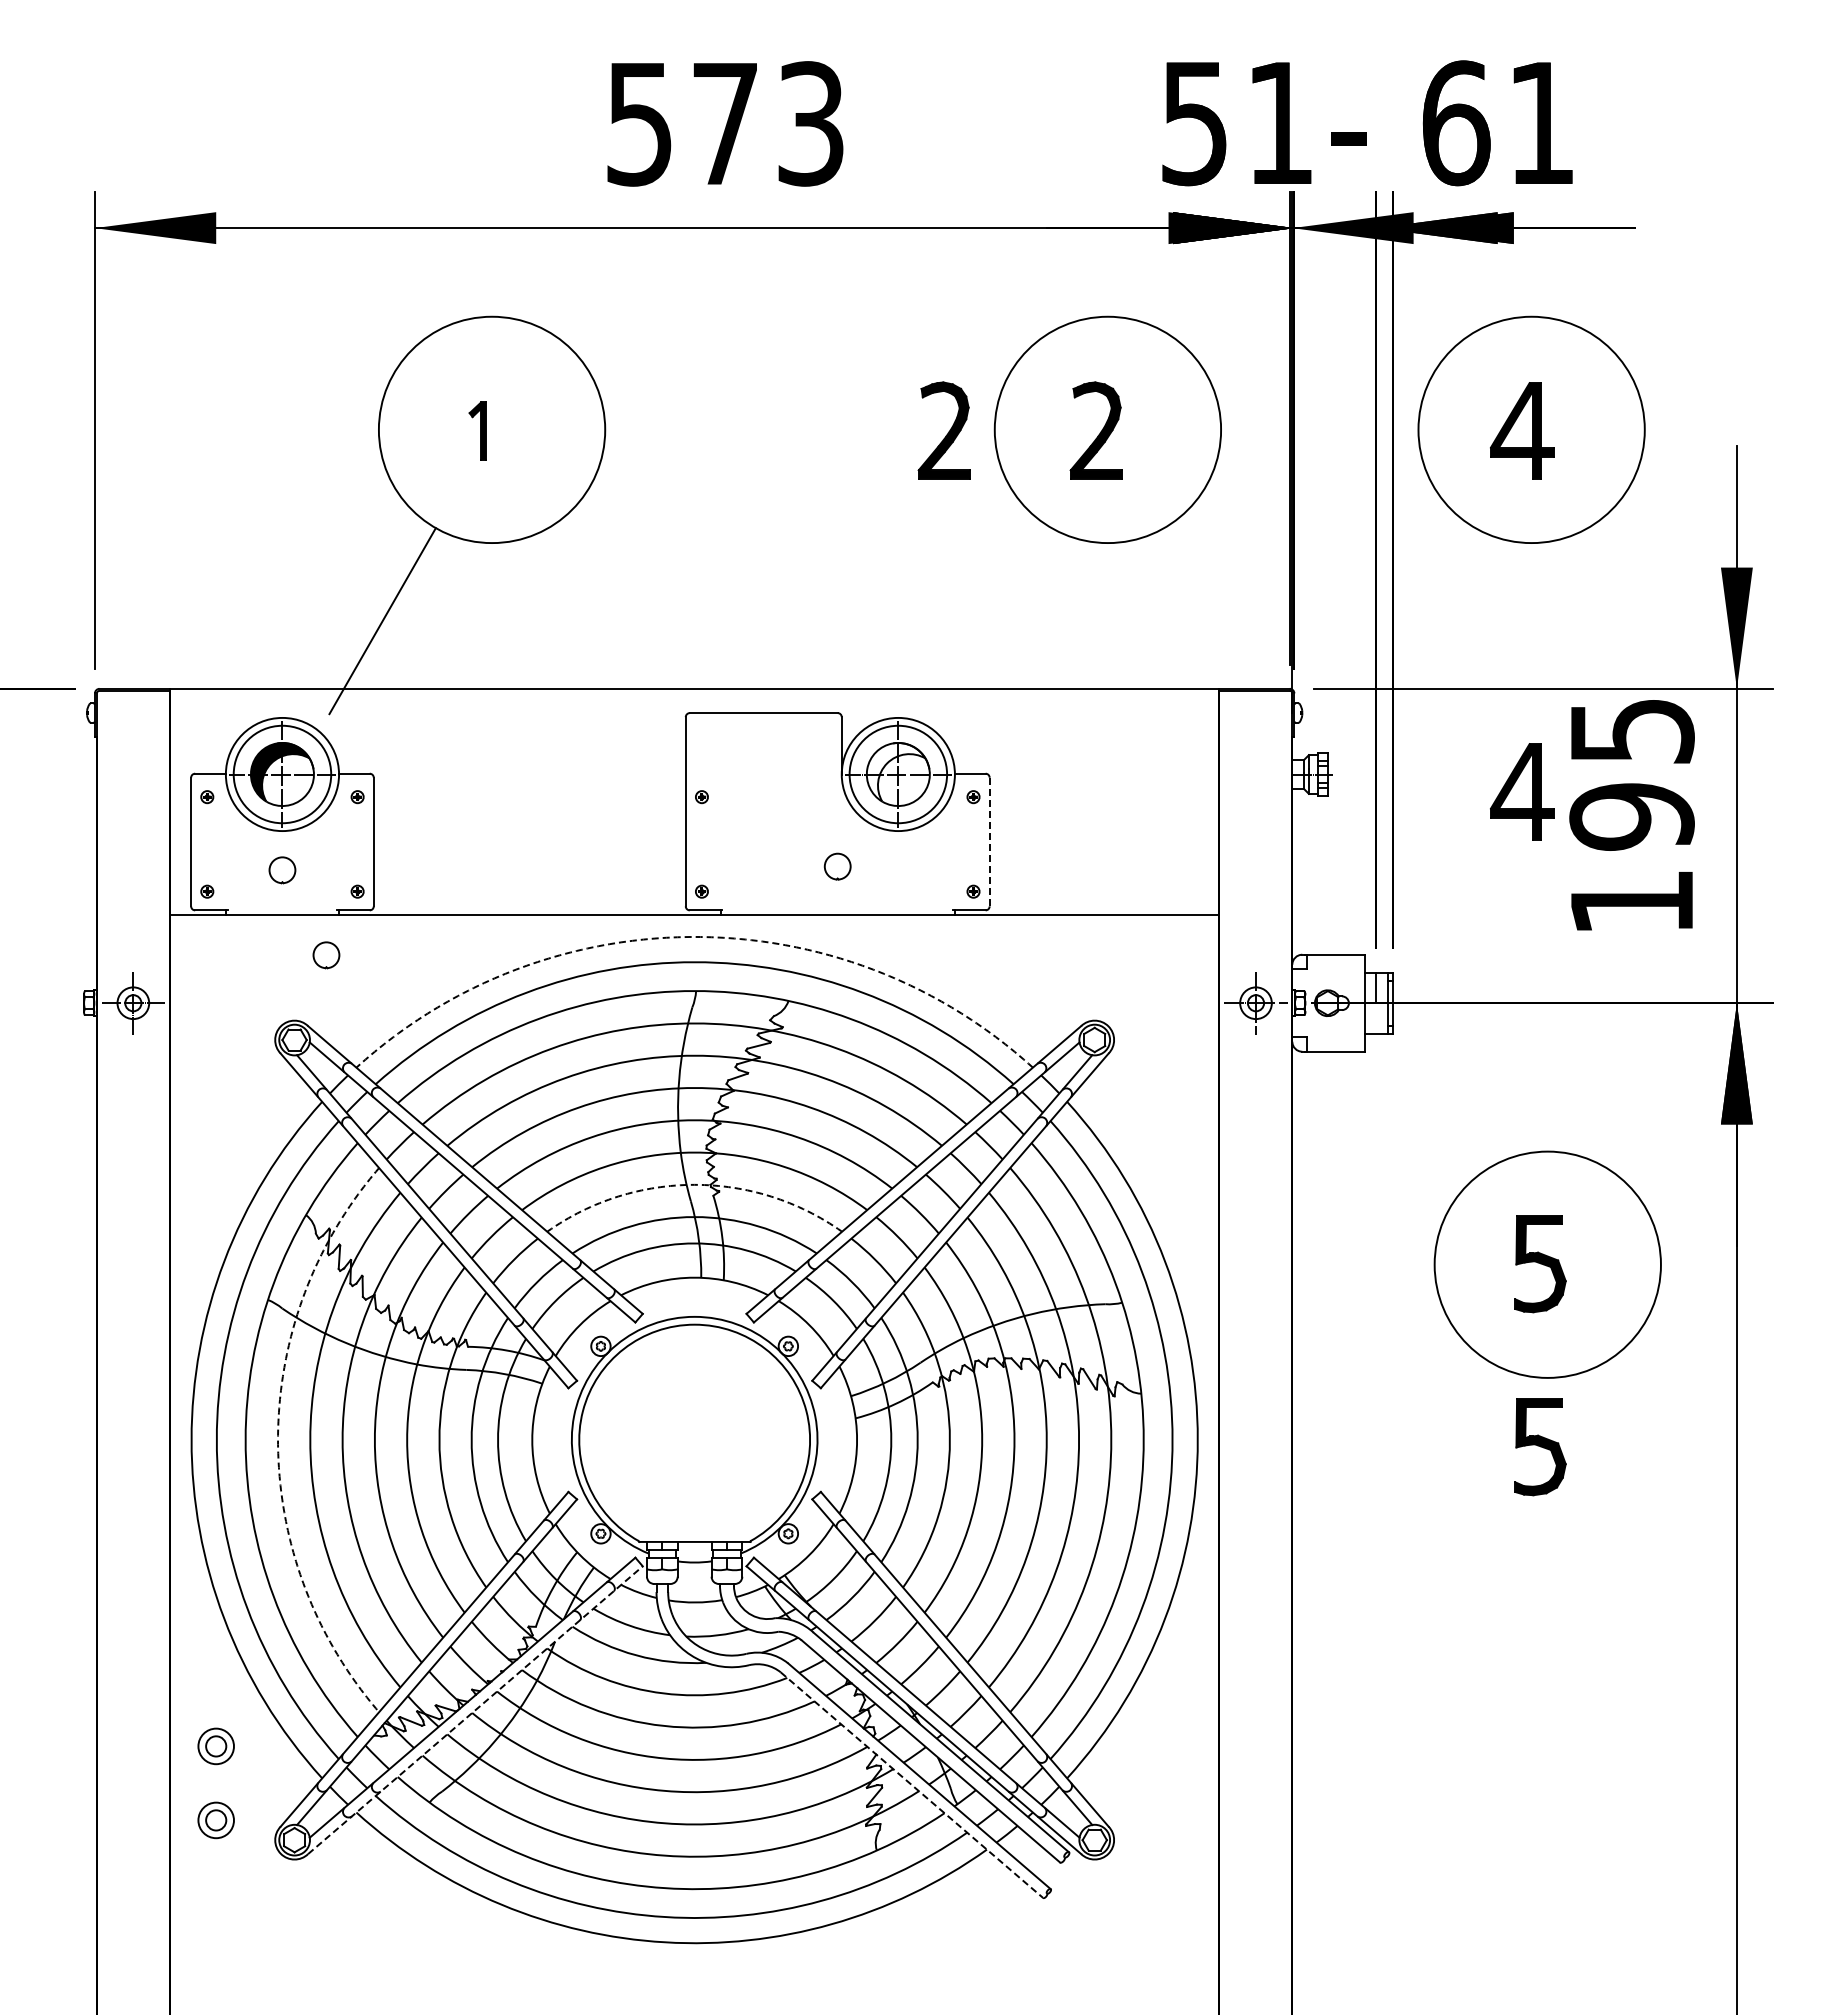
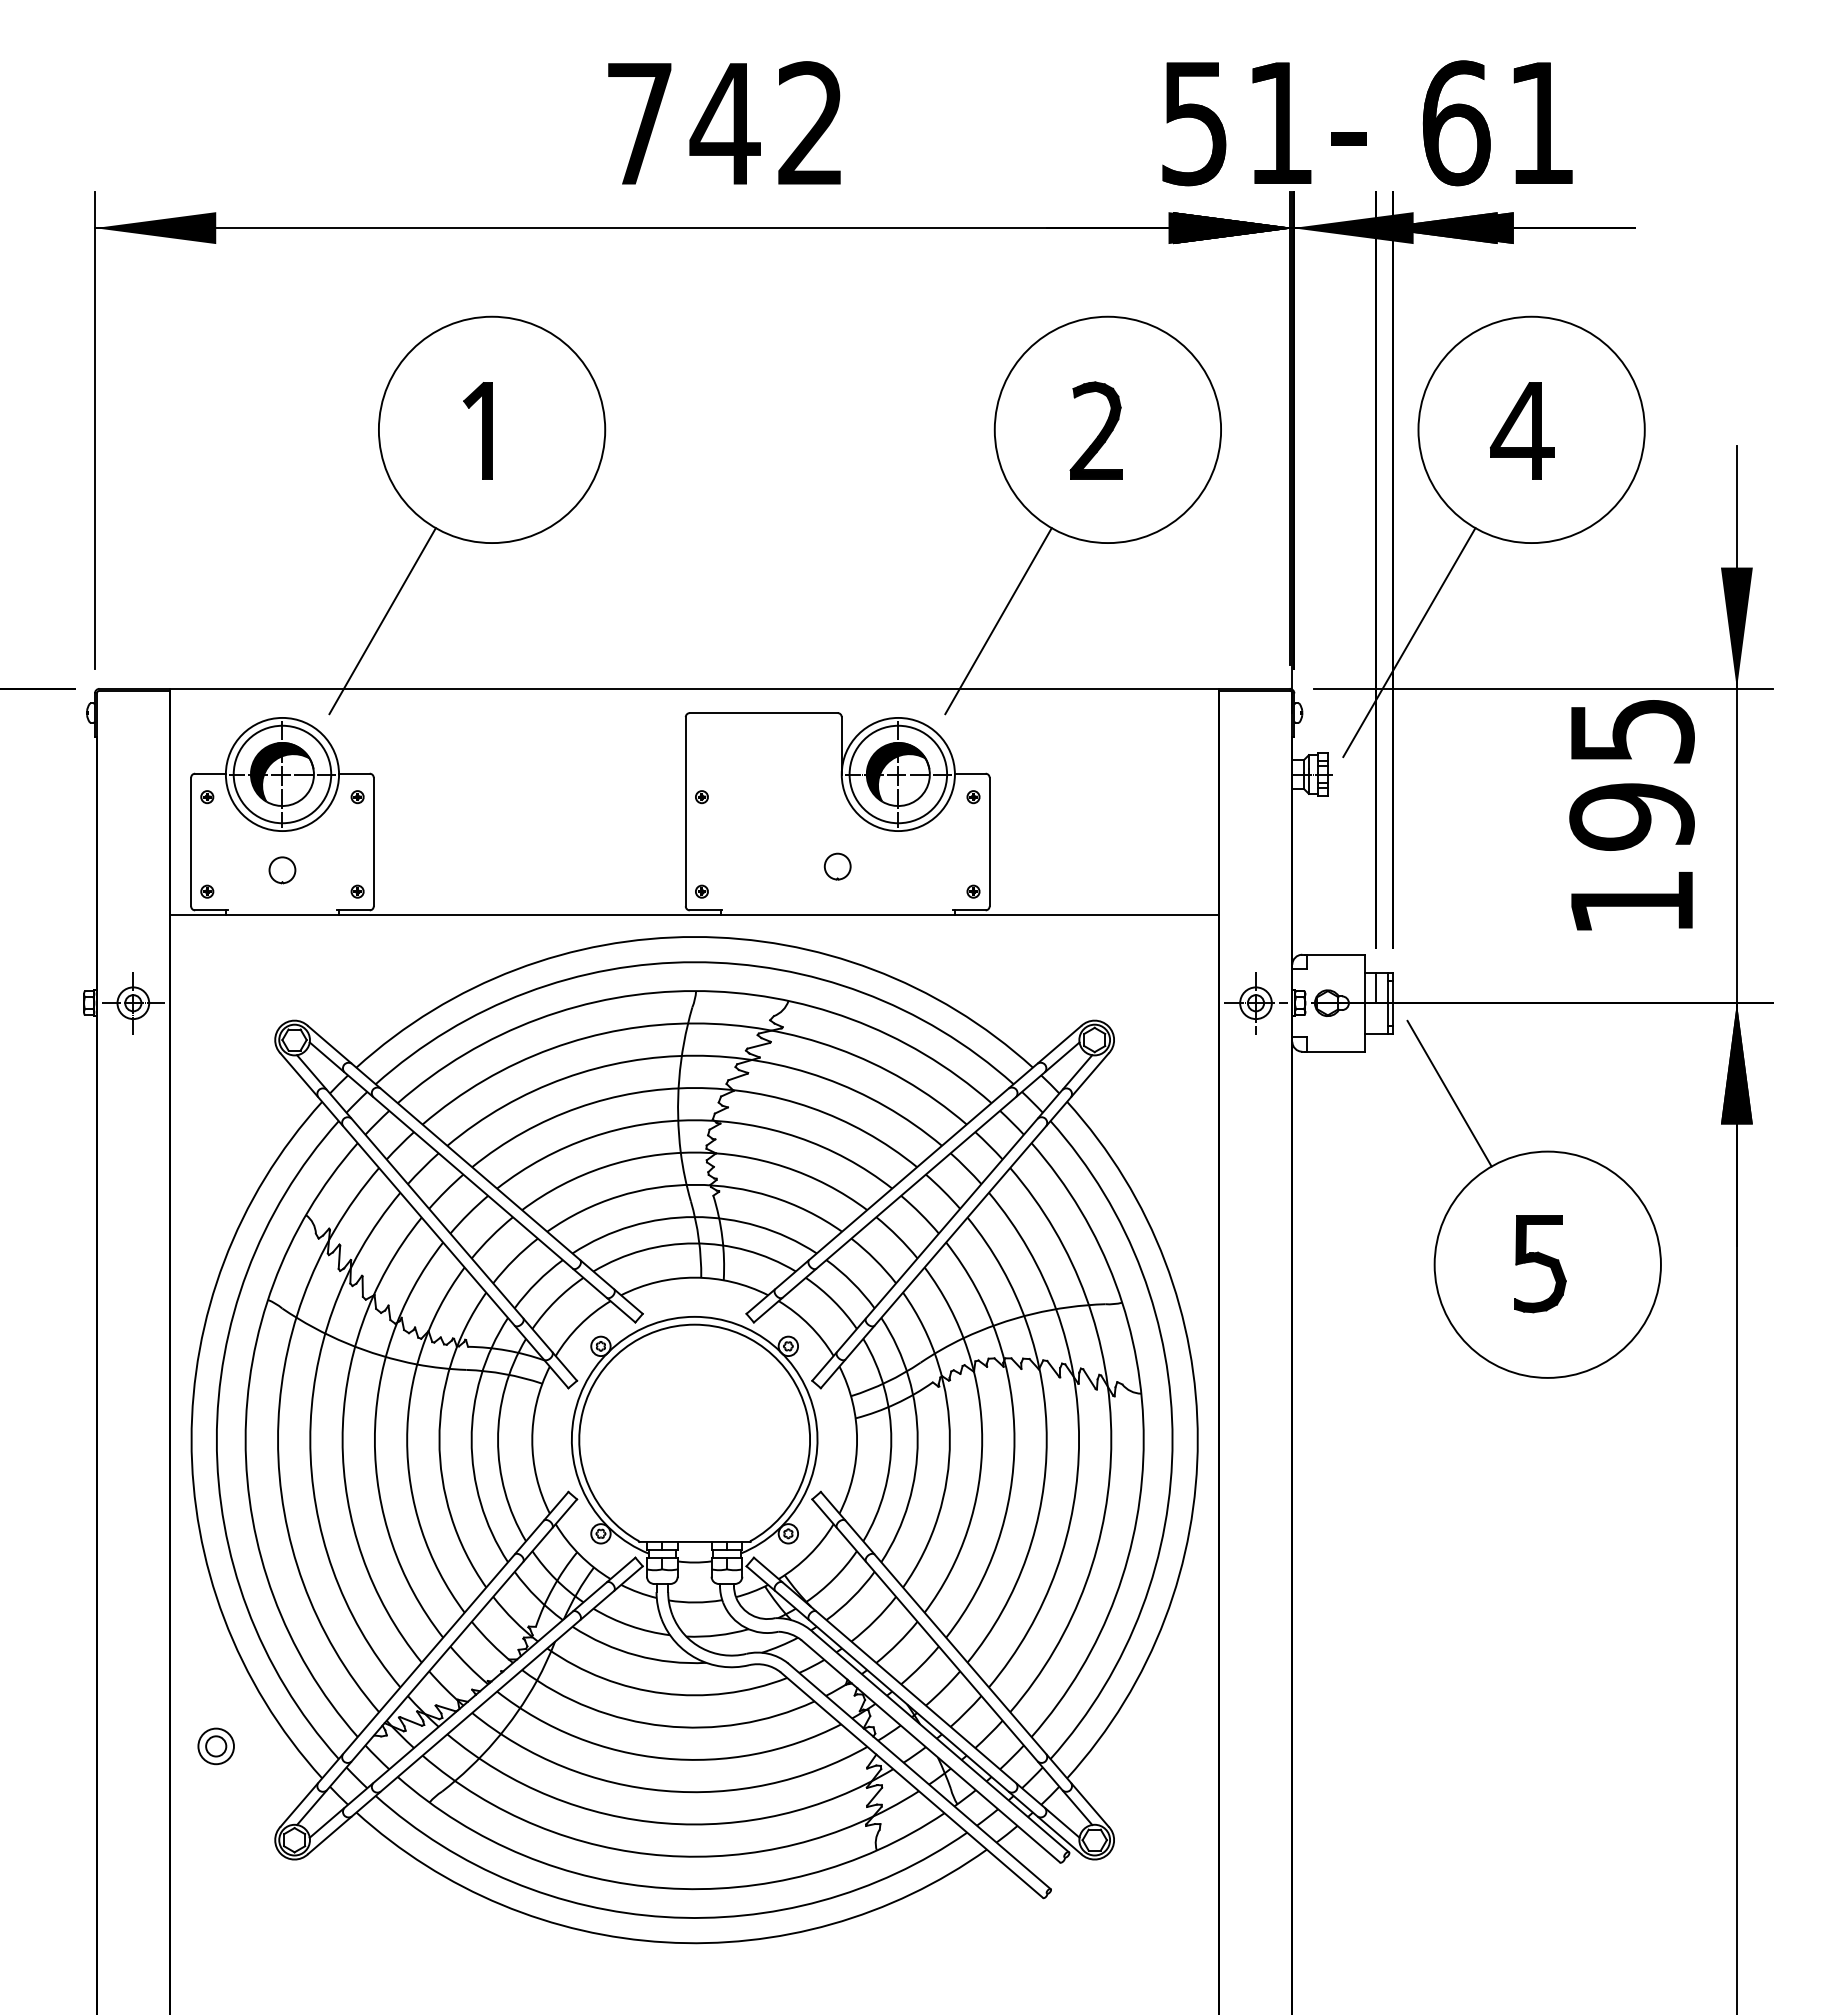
text at (725, 123): 573 -> 742
part at (477, 430) size: 19x60 px -> 30x98 px
part at (943, 430): present -> none
line at (998, 621): none -> present
line at (1409, 642): none -> present
hatch at (895, 772): none -> present
part at (1522, 791): present -> none
line at (989, 842): dashed -> solid
arc at (694, 936): dashed -> solid
part at (326, 955): present -> none
line at (1449, 1093): none -> present
arc at (694, 1184): dashed -> solid
arc at (278, 1440): dashed -> solid
part at (1540, 1447): present -> none
line at (475, 1710): dashed -> solid
line at (911, 1785): dashed -> solid
part at (215, 1820): present -> none
